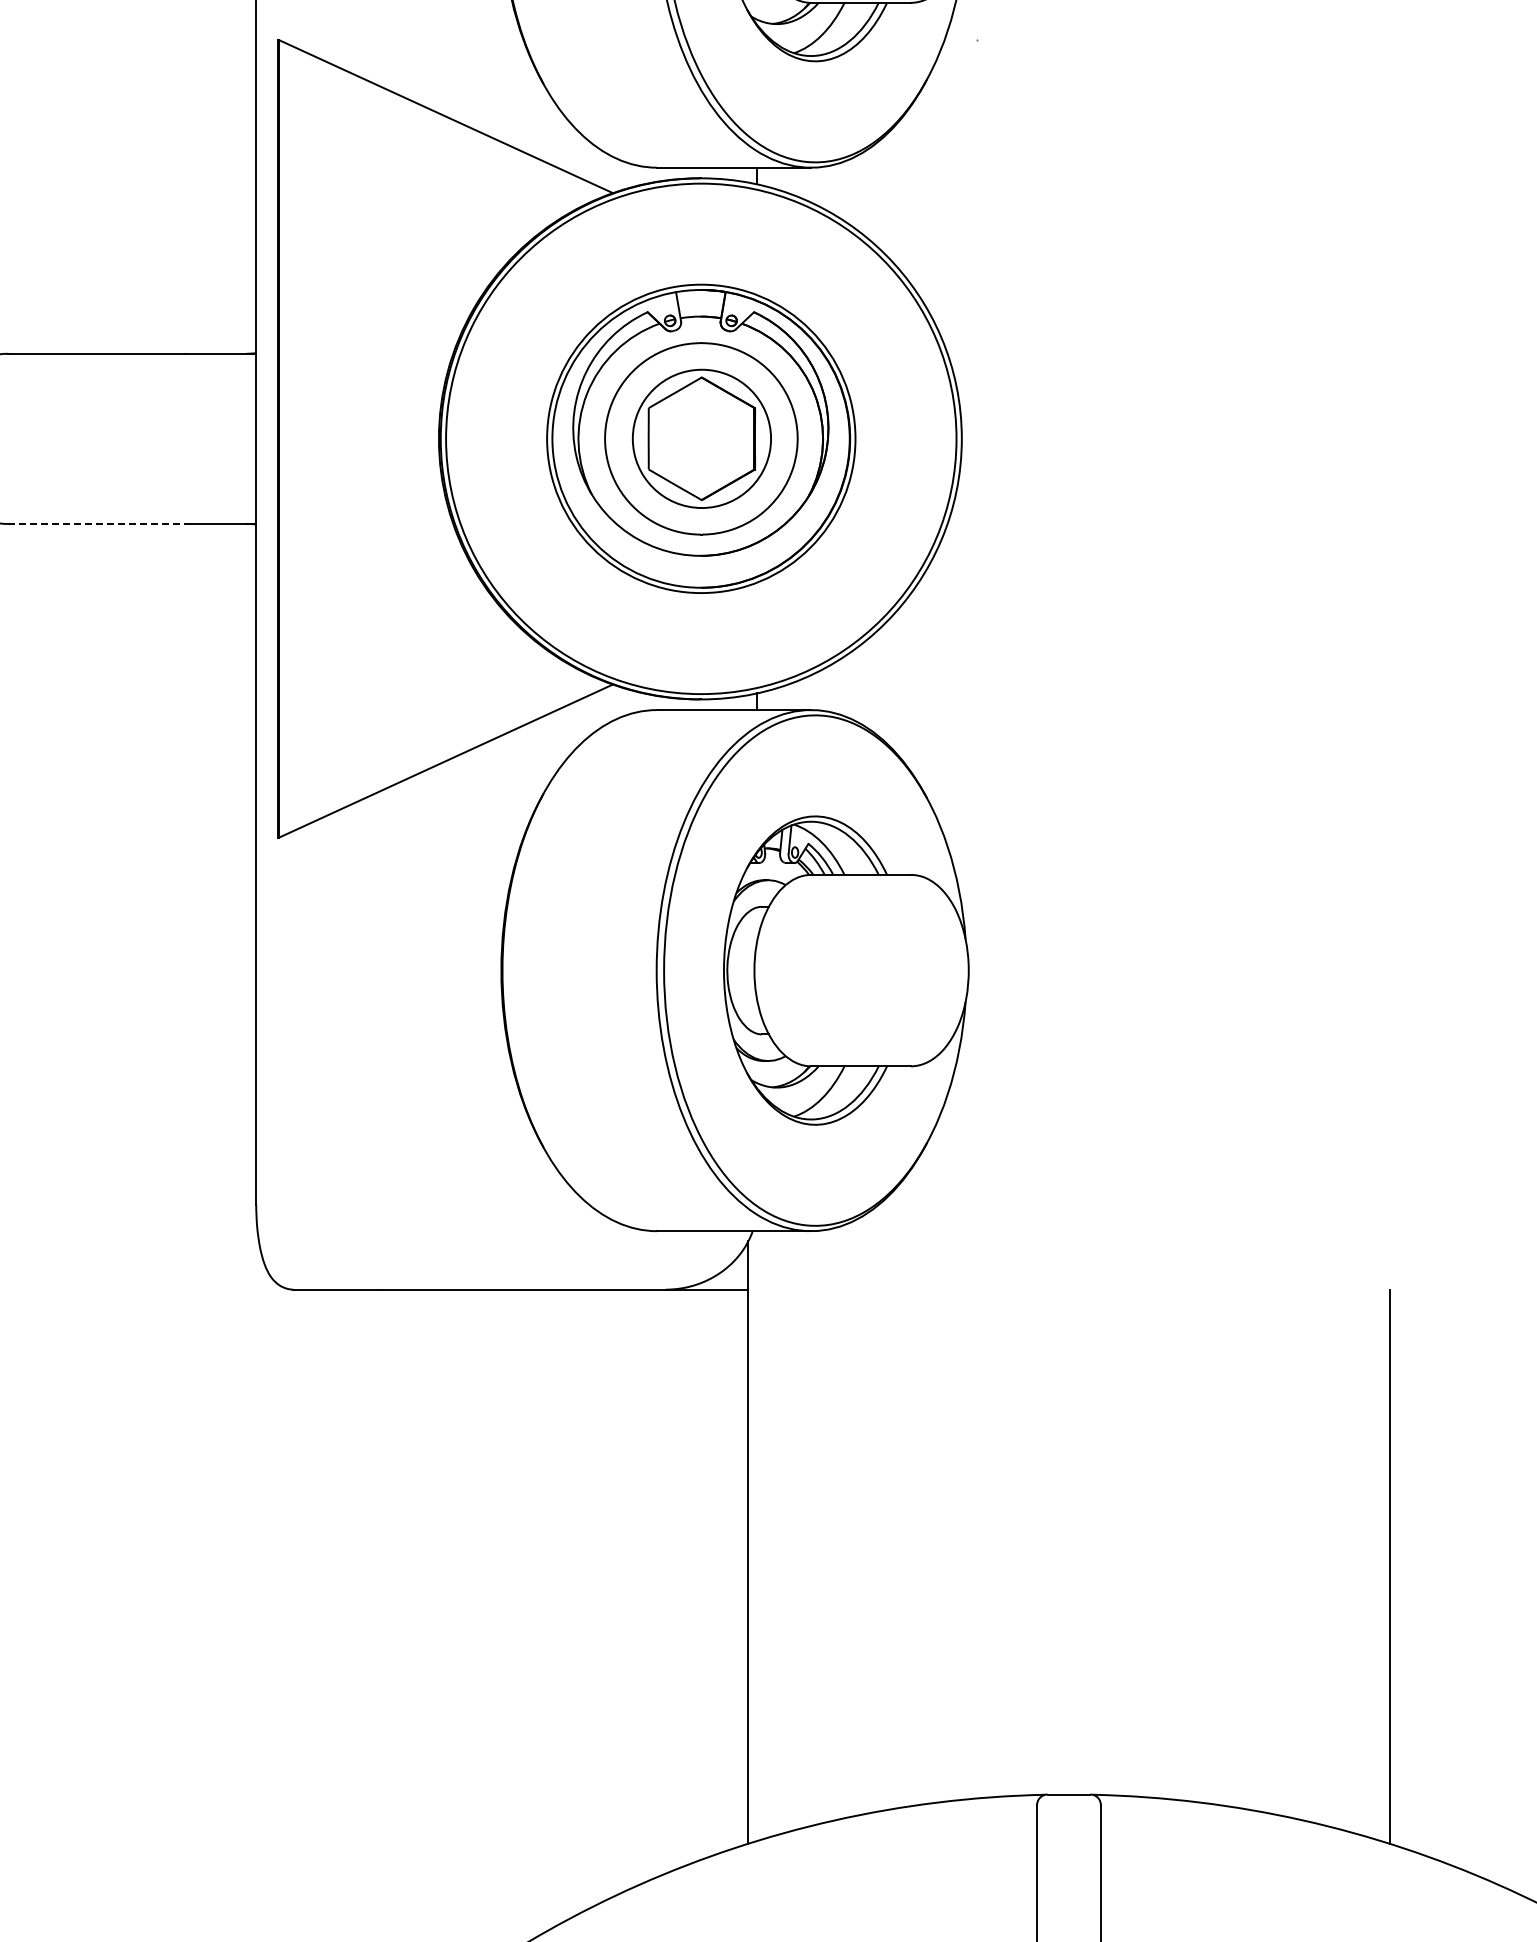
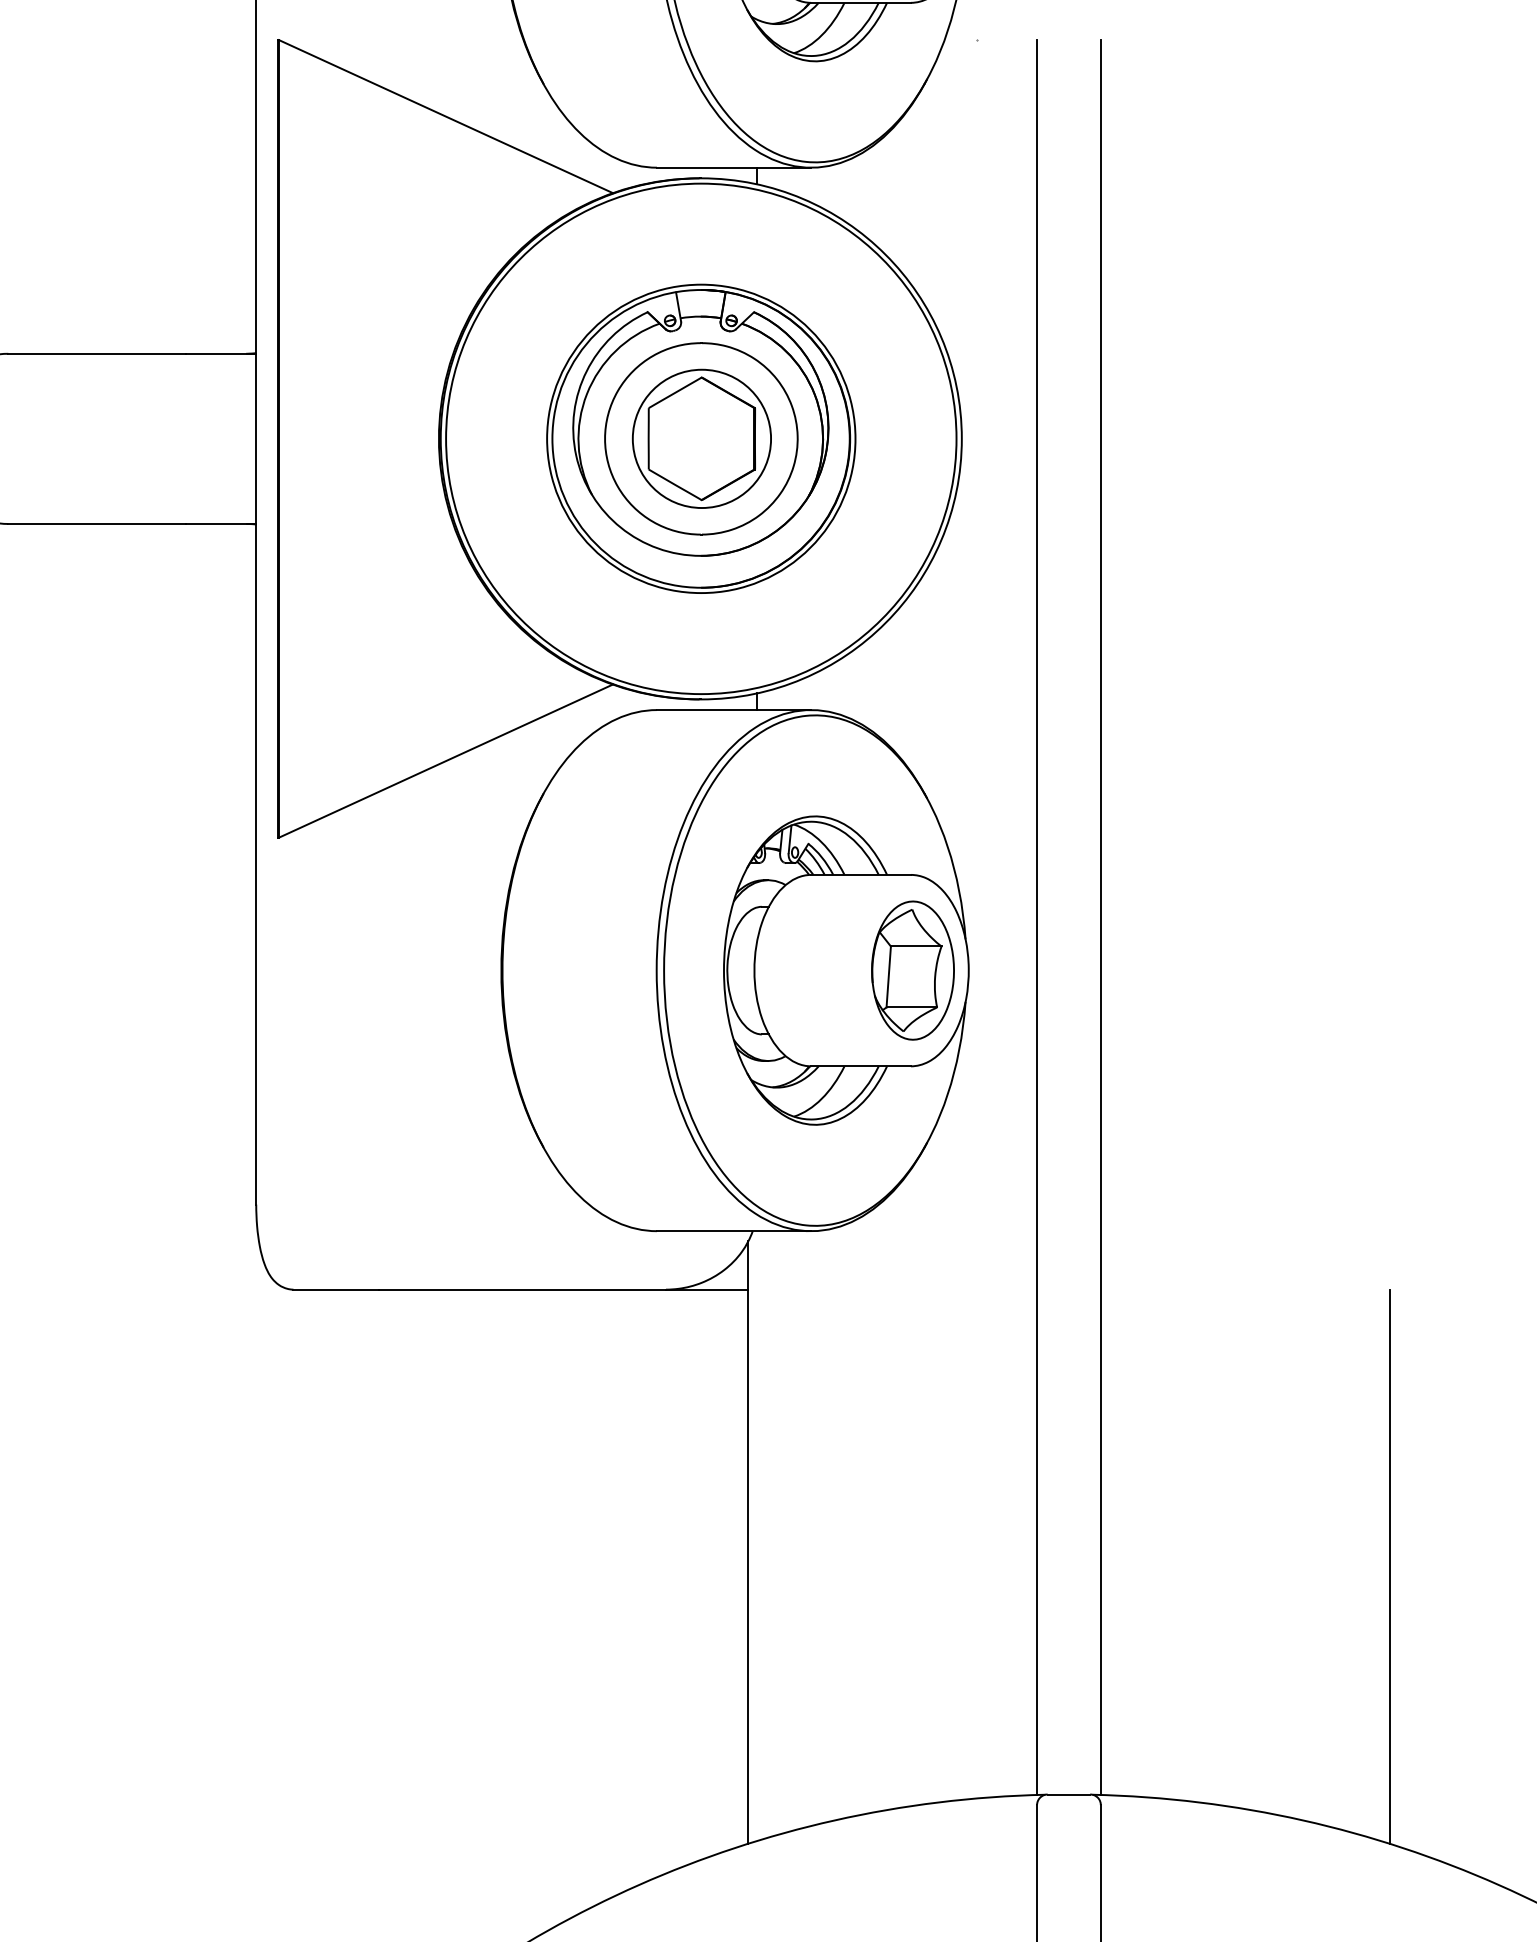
line at (96, 523): dashed -> solid
line at (1037, 917): none -> present
line at (1100, 917): none -> present
part at (912, 970): none -> present
